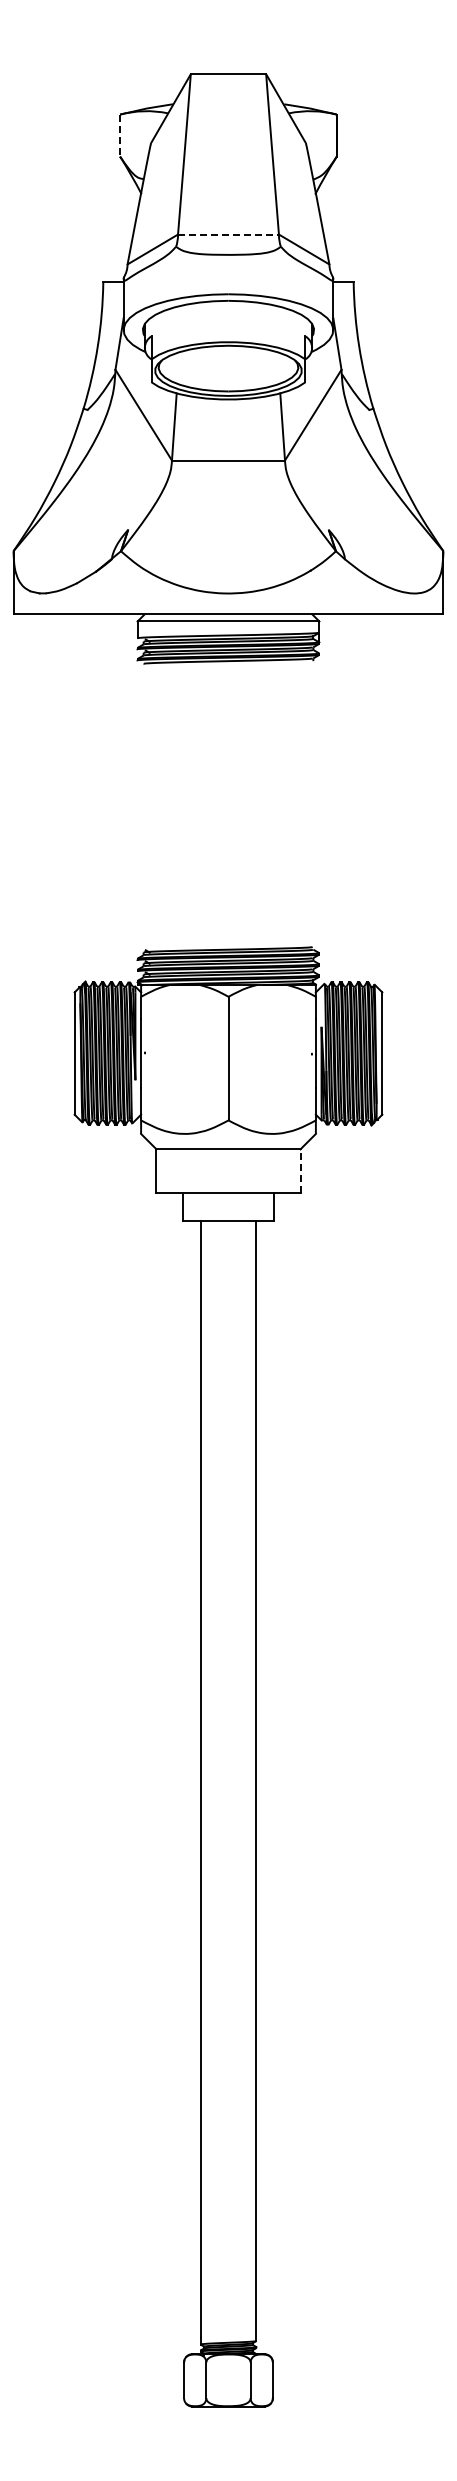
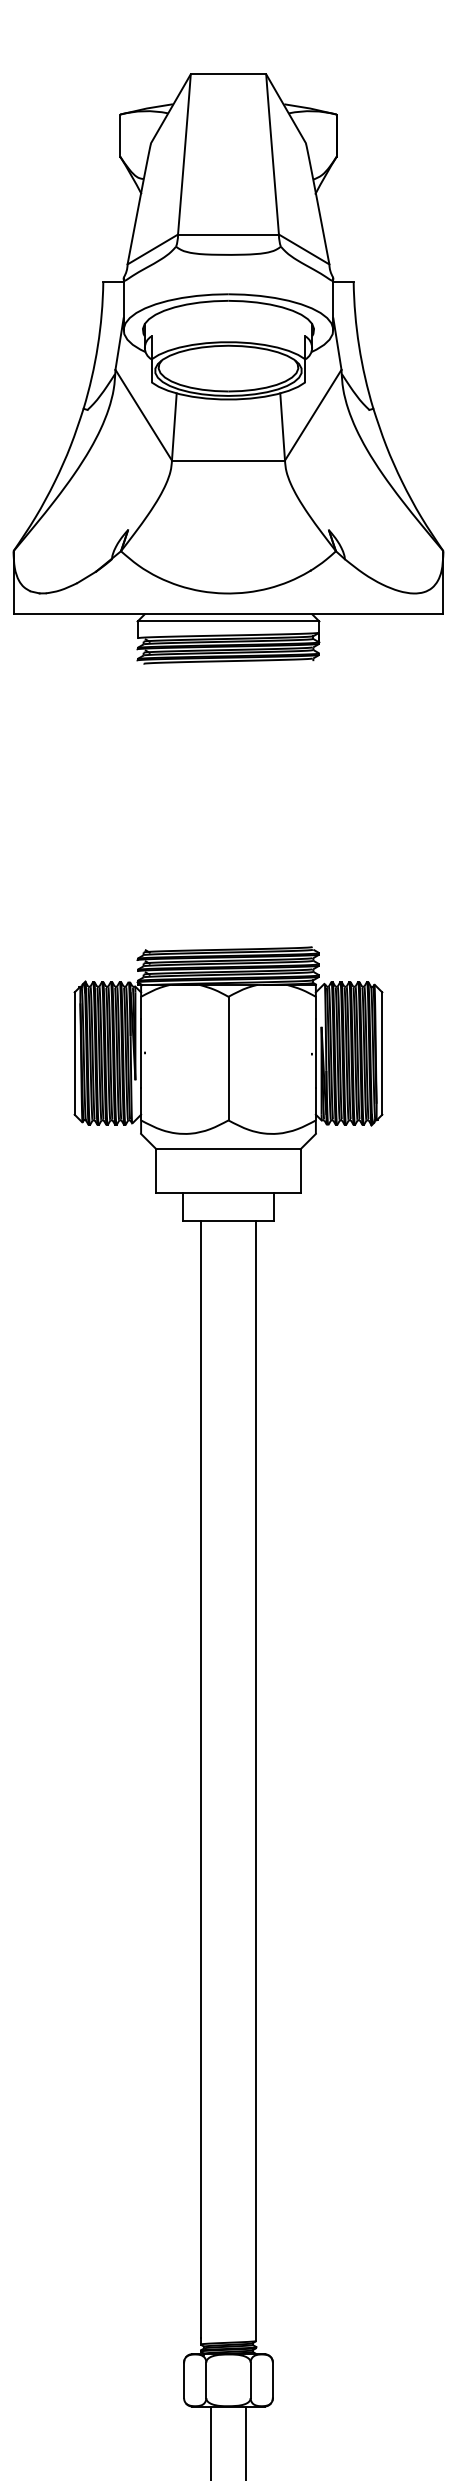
line at (120, 135): dashed -> solid
line at (228, 234): dashed -> solid
line at (300, 1170): dashed -> solid
line at (211, 2441): none -> present
line at (245, 2441): none -> present
